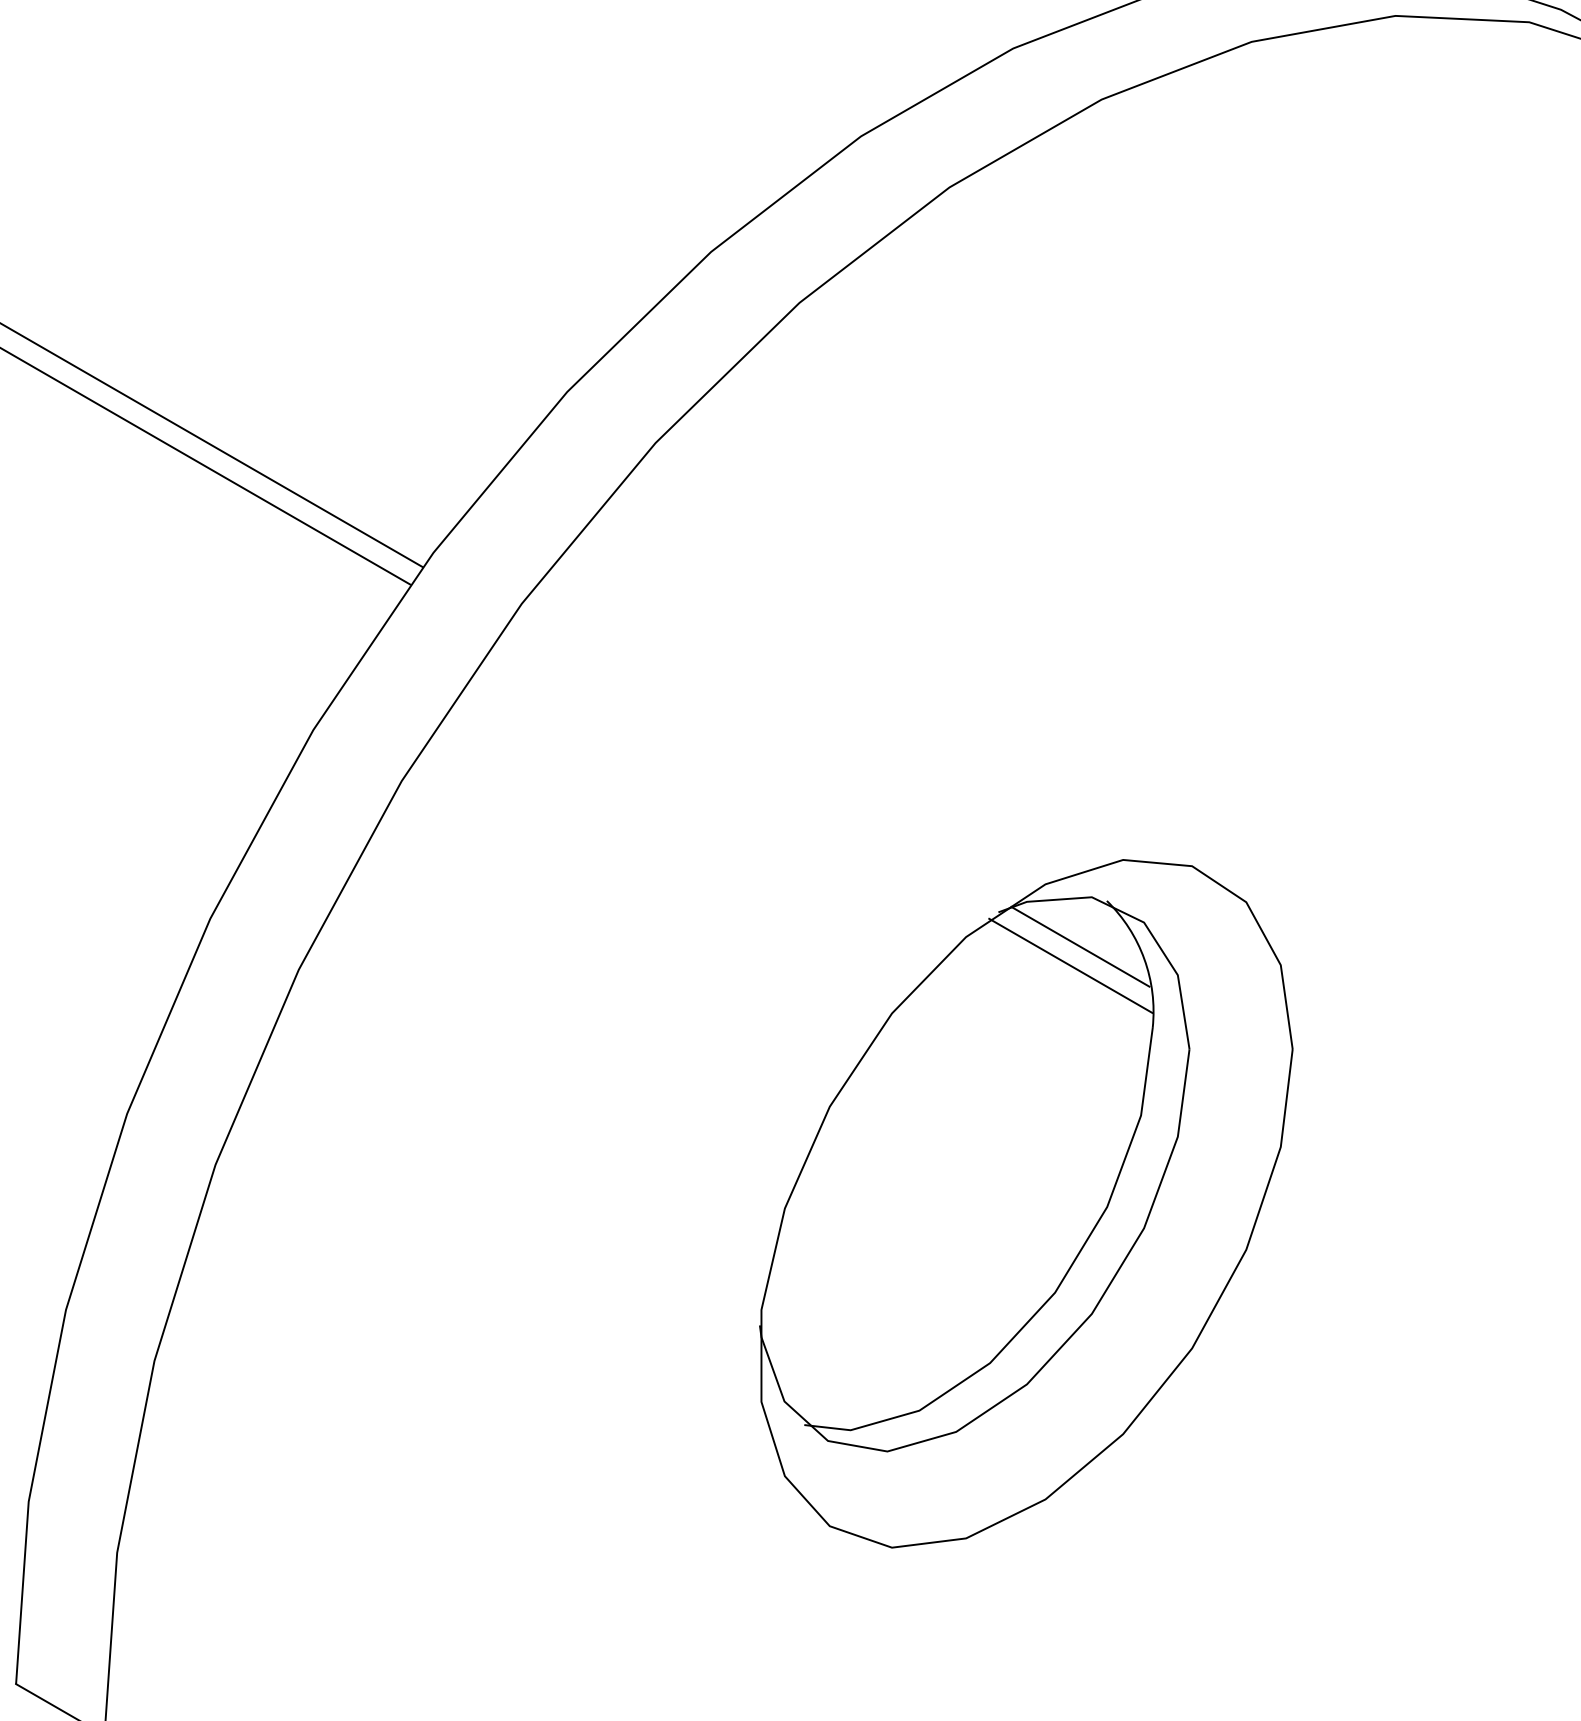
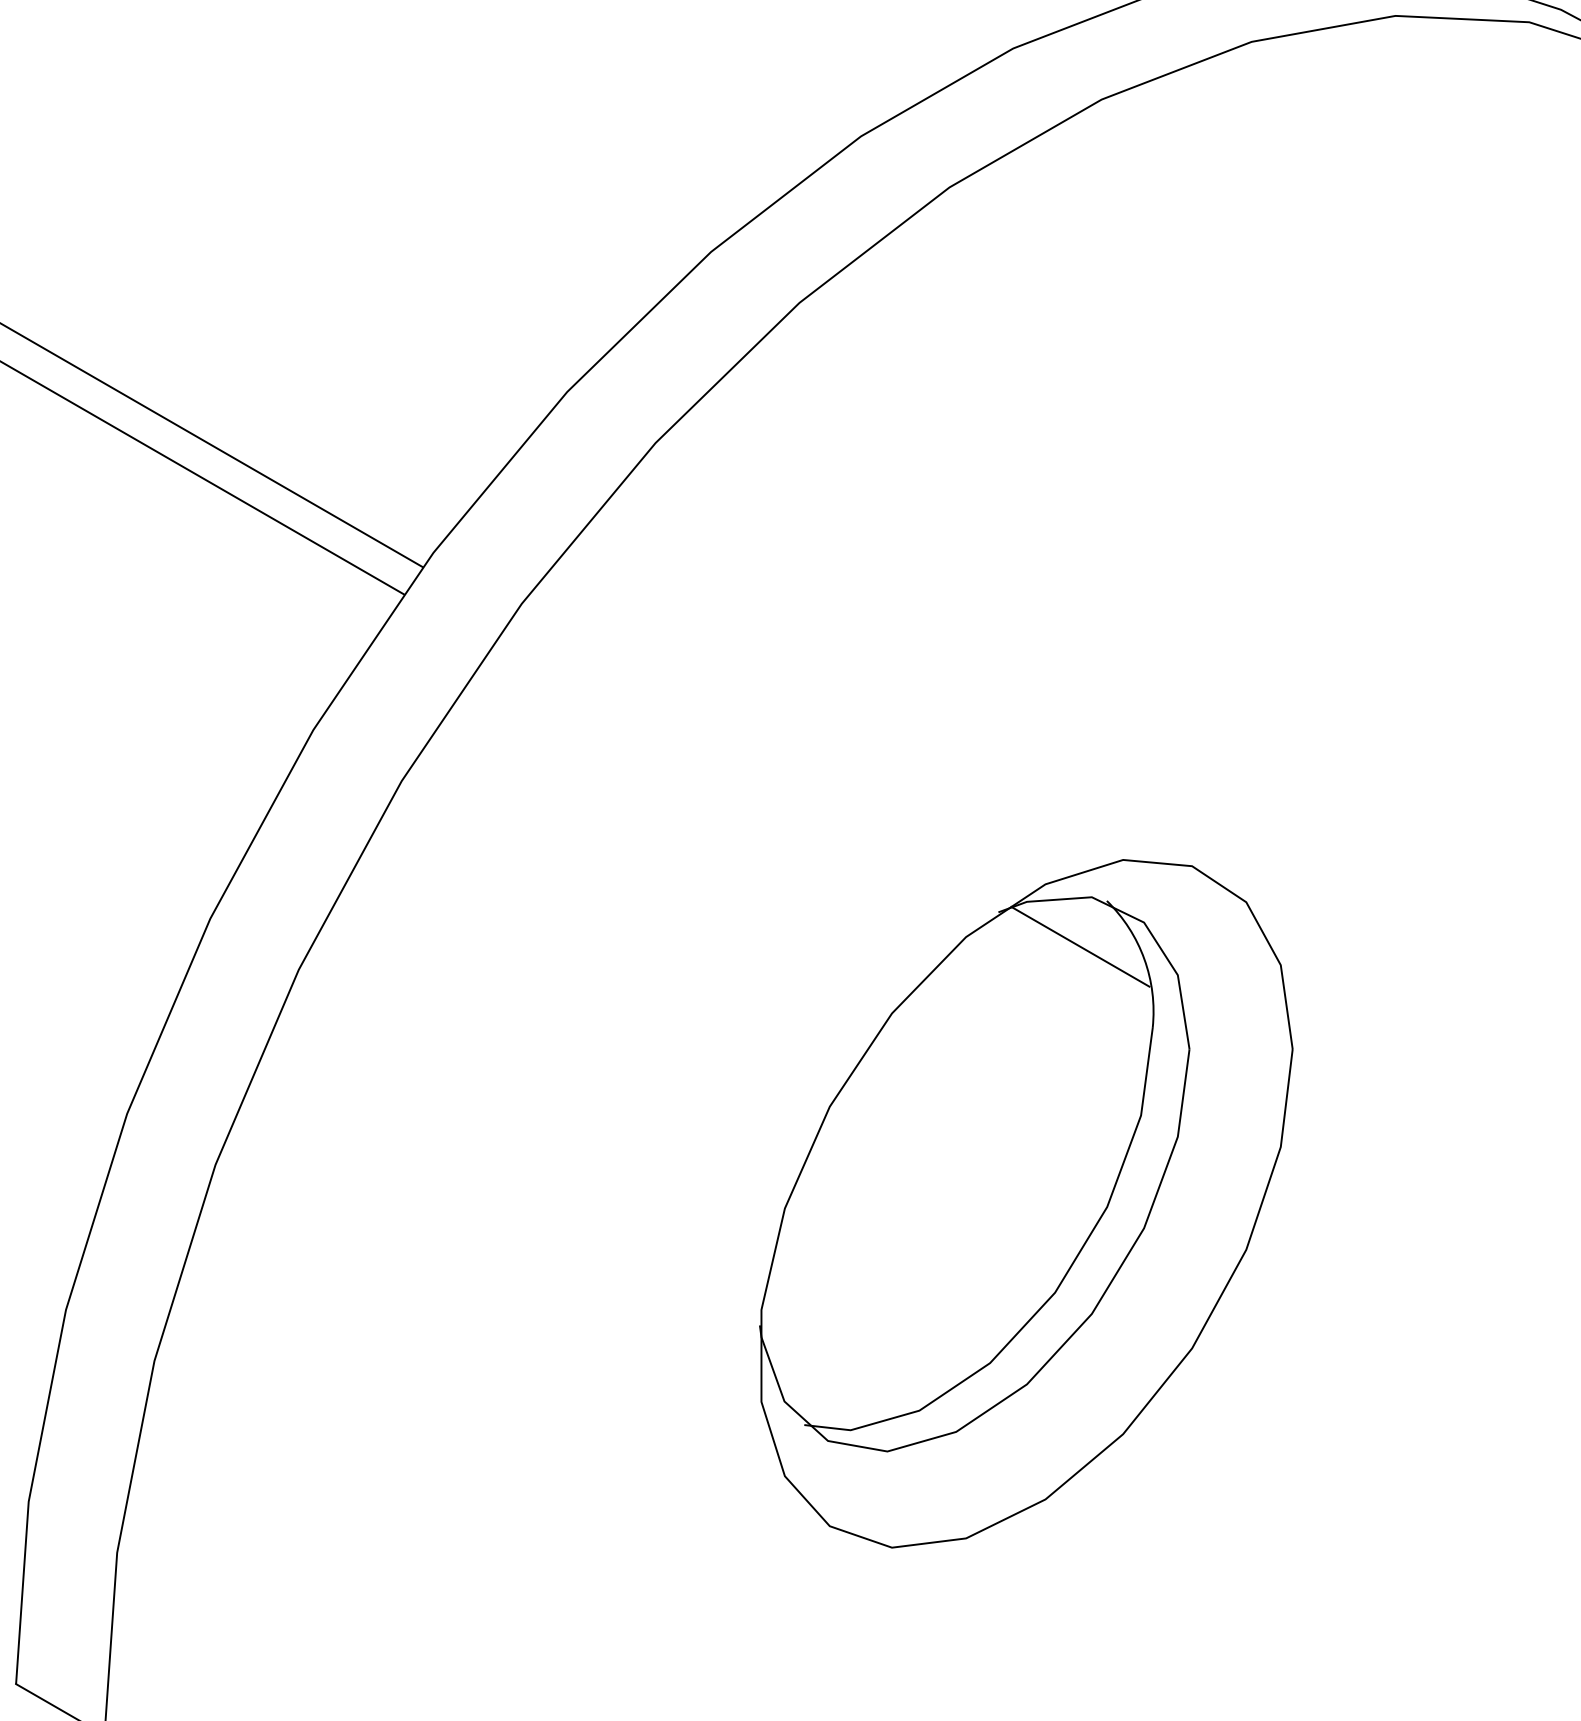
line at (206, 466) position: (206, 466) -> (203, 478)
line at (1070, 965): present -> none
